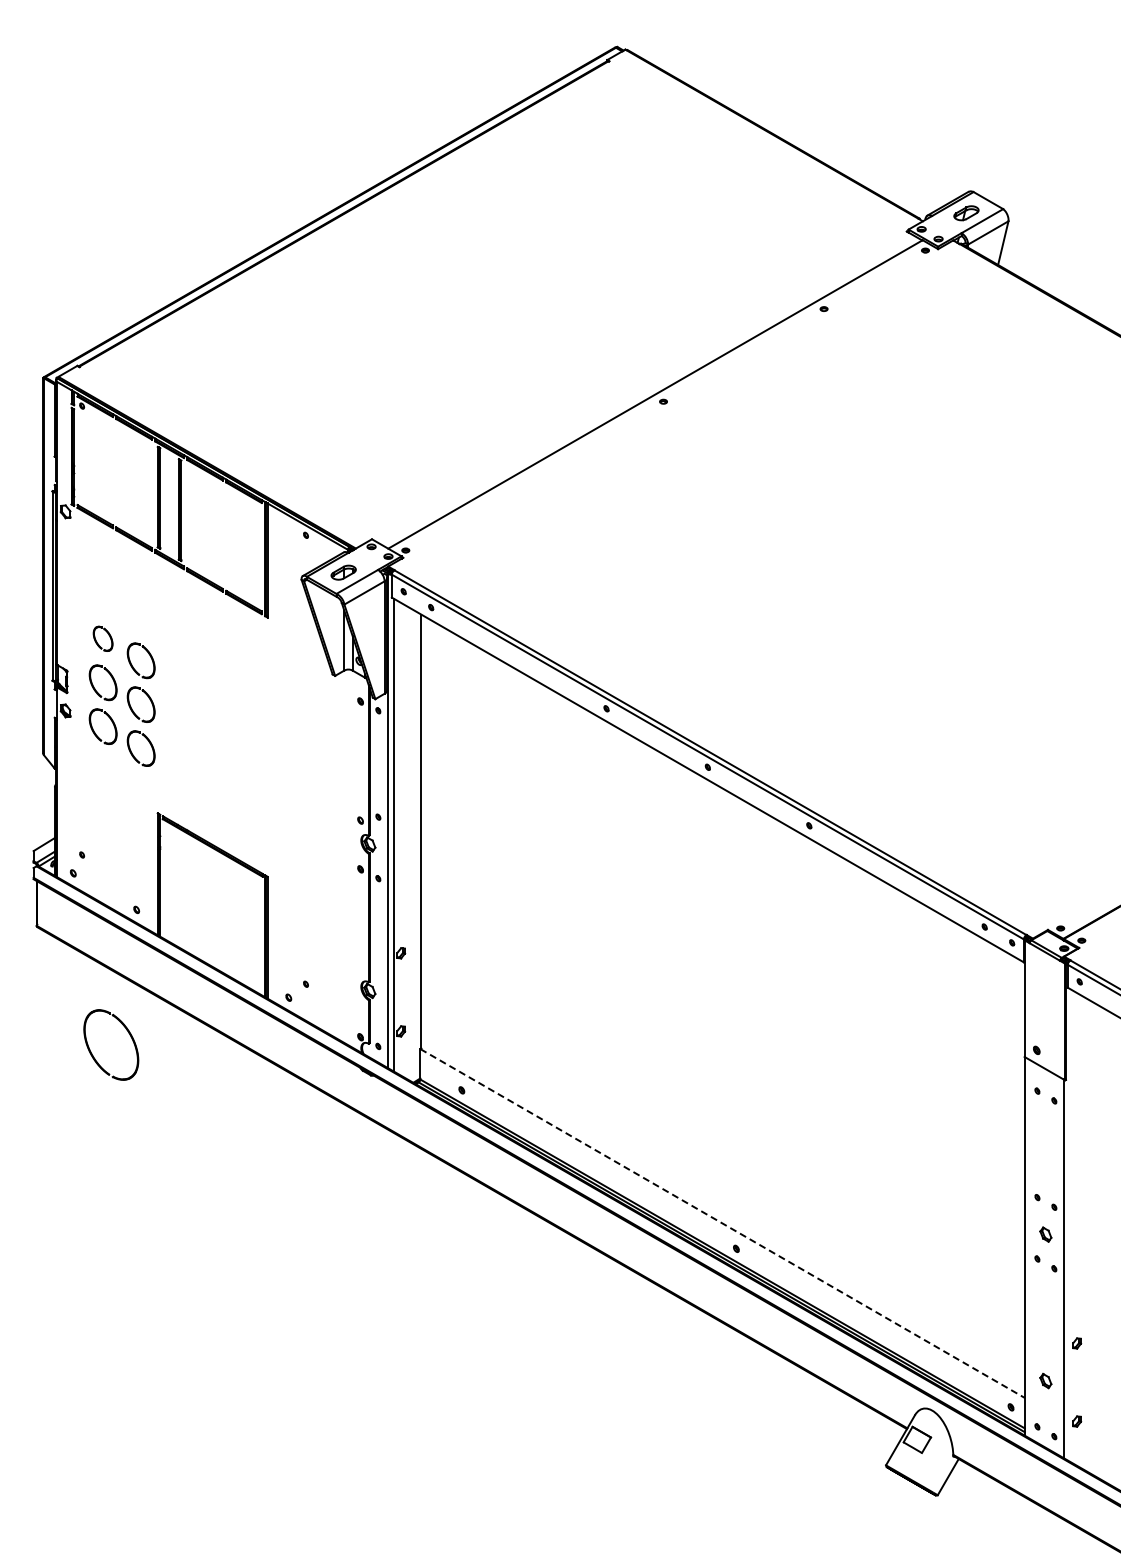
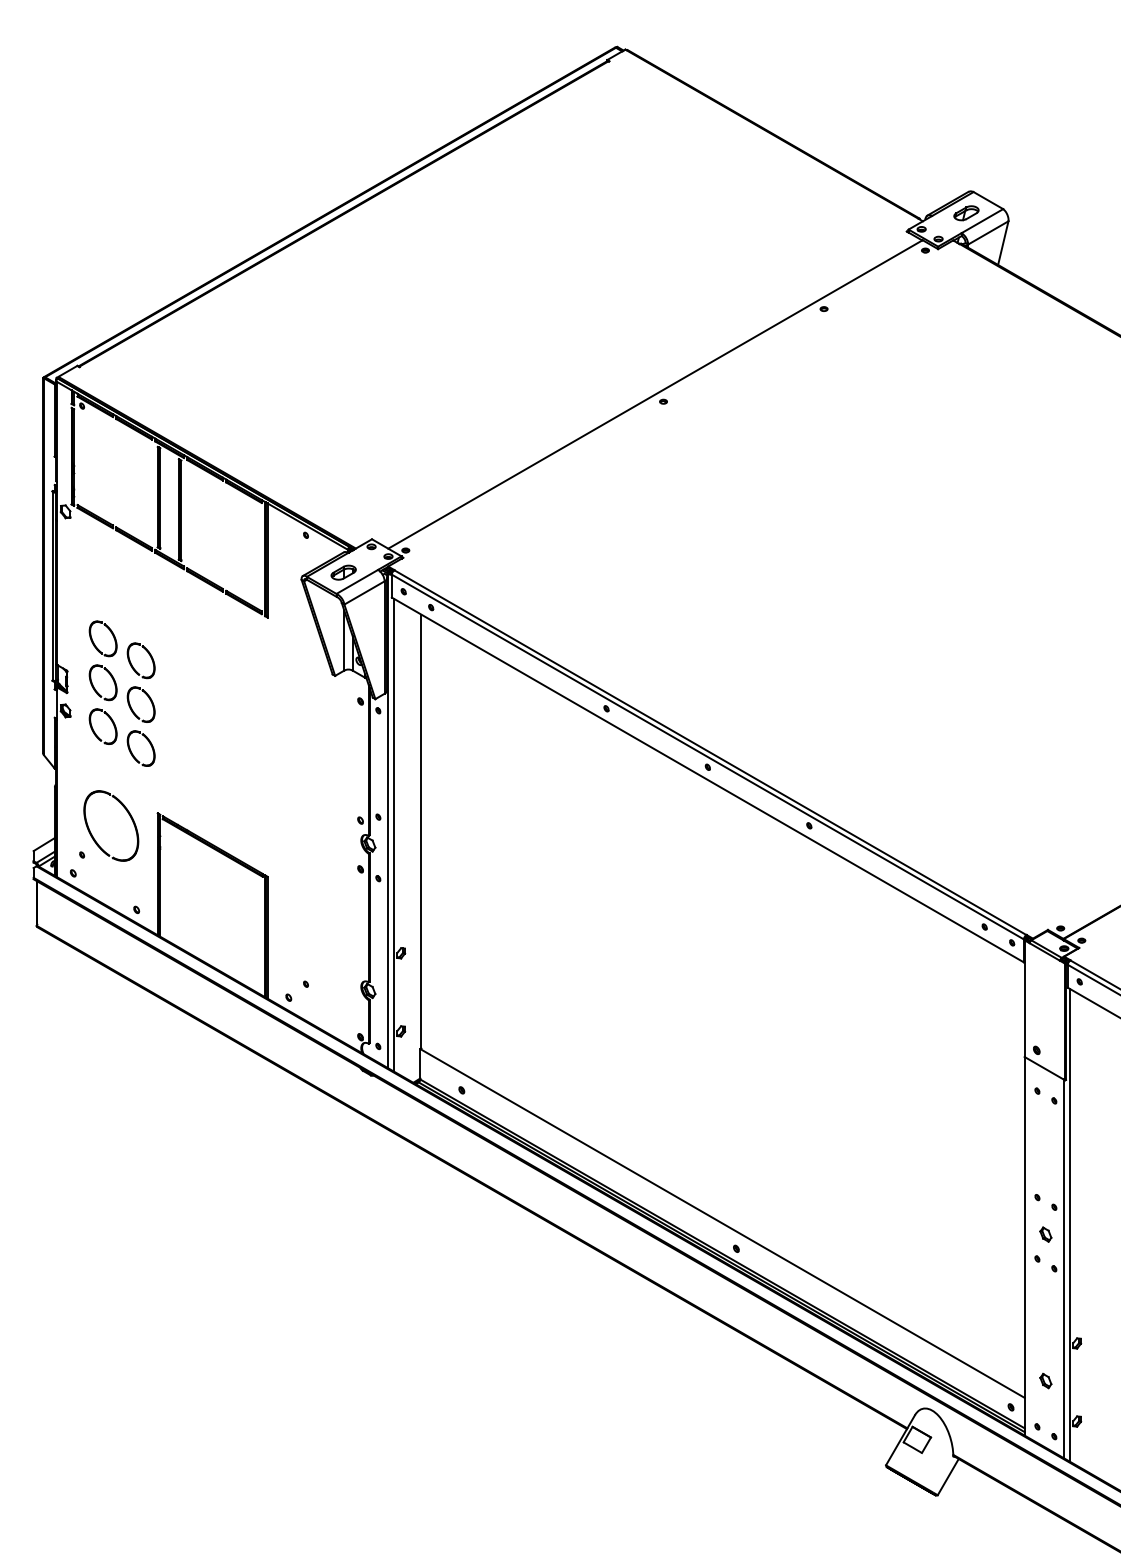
part at (102, 638) size: 22x27 px -> 30x38 px
part at (129, 1035) position: (129, 1035) -> (129, 816)
line at (722, 1223): dashed -> solid
line at (1070, 1225): none -> present
